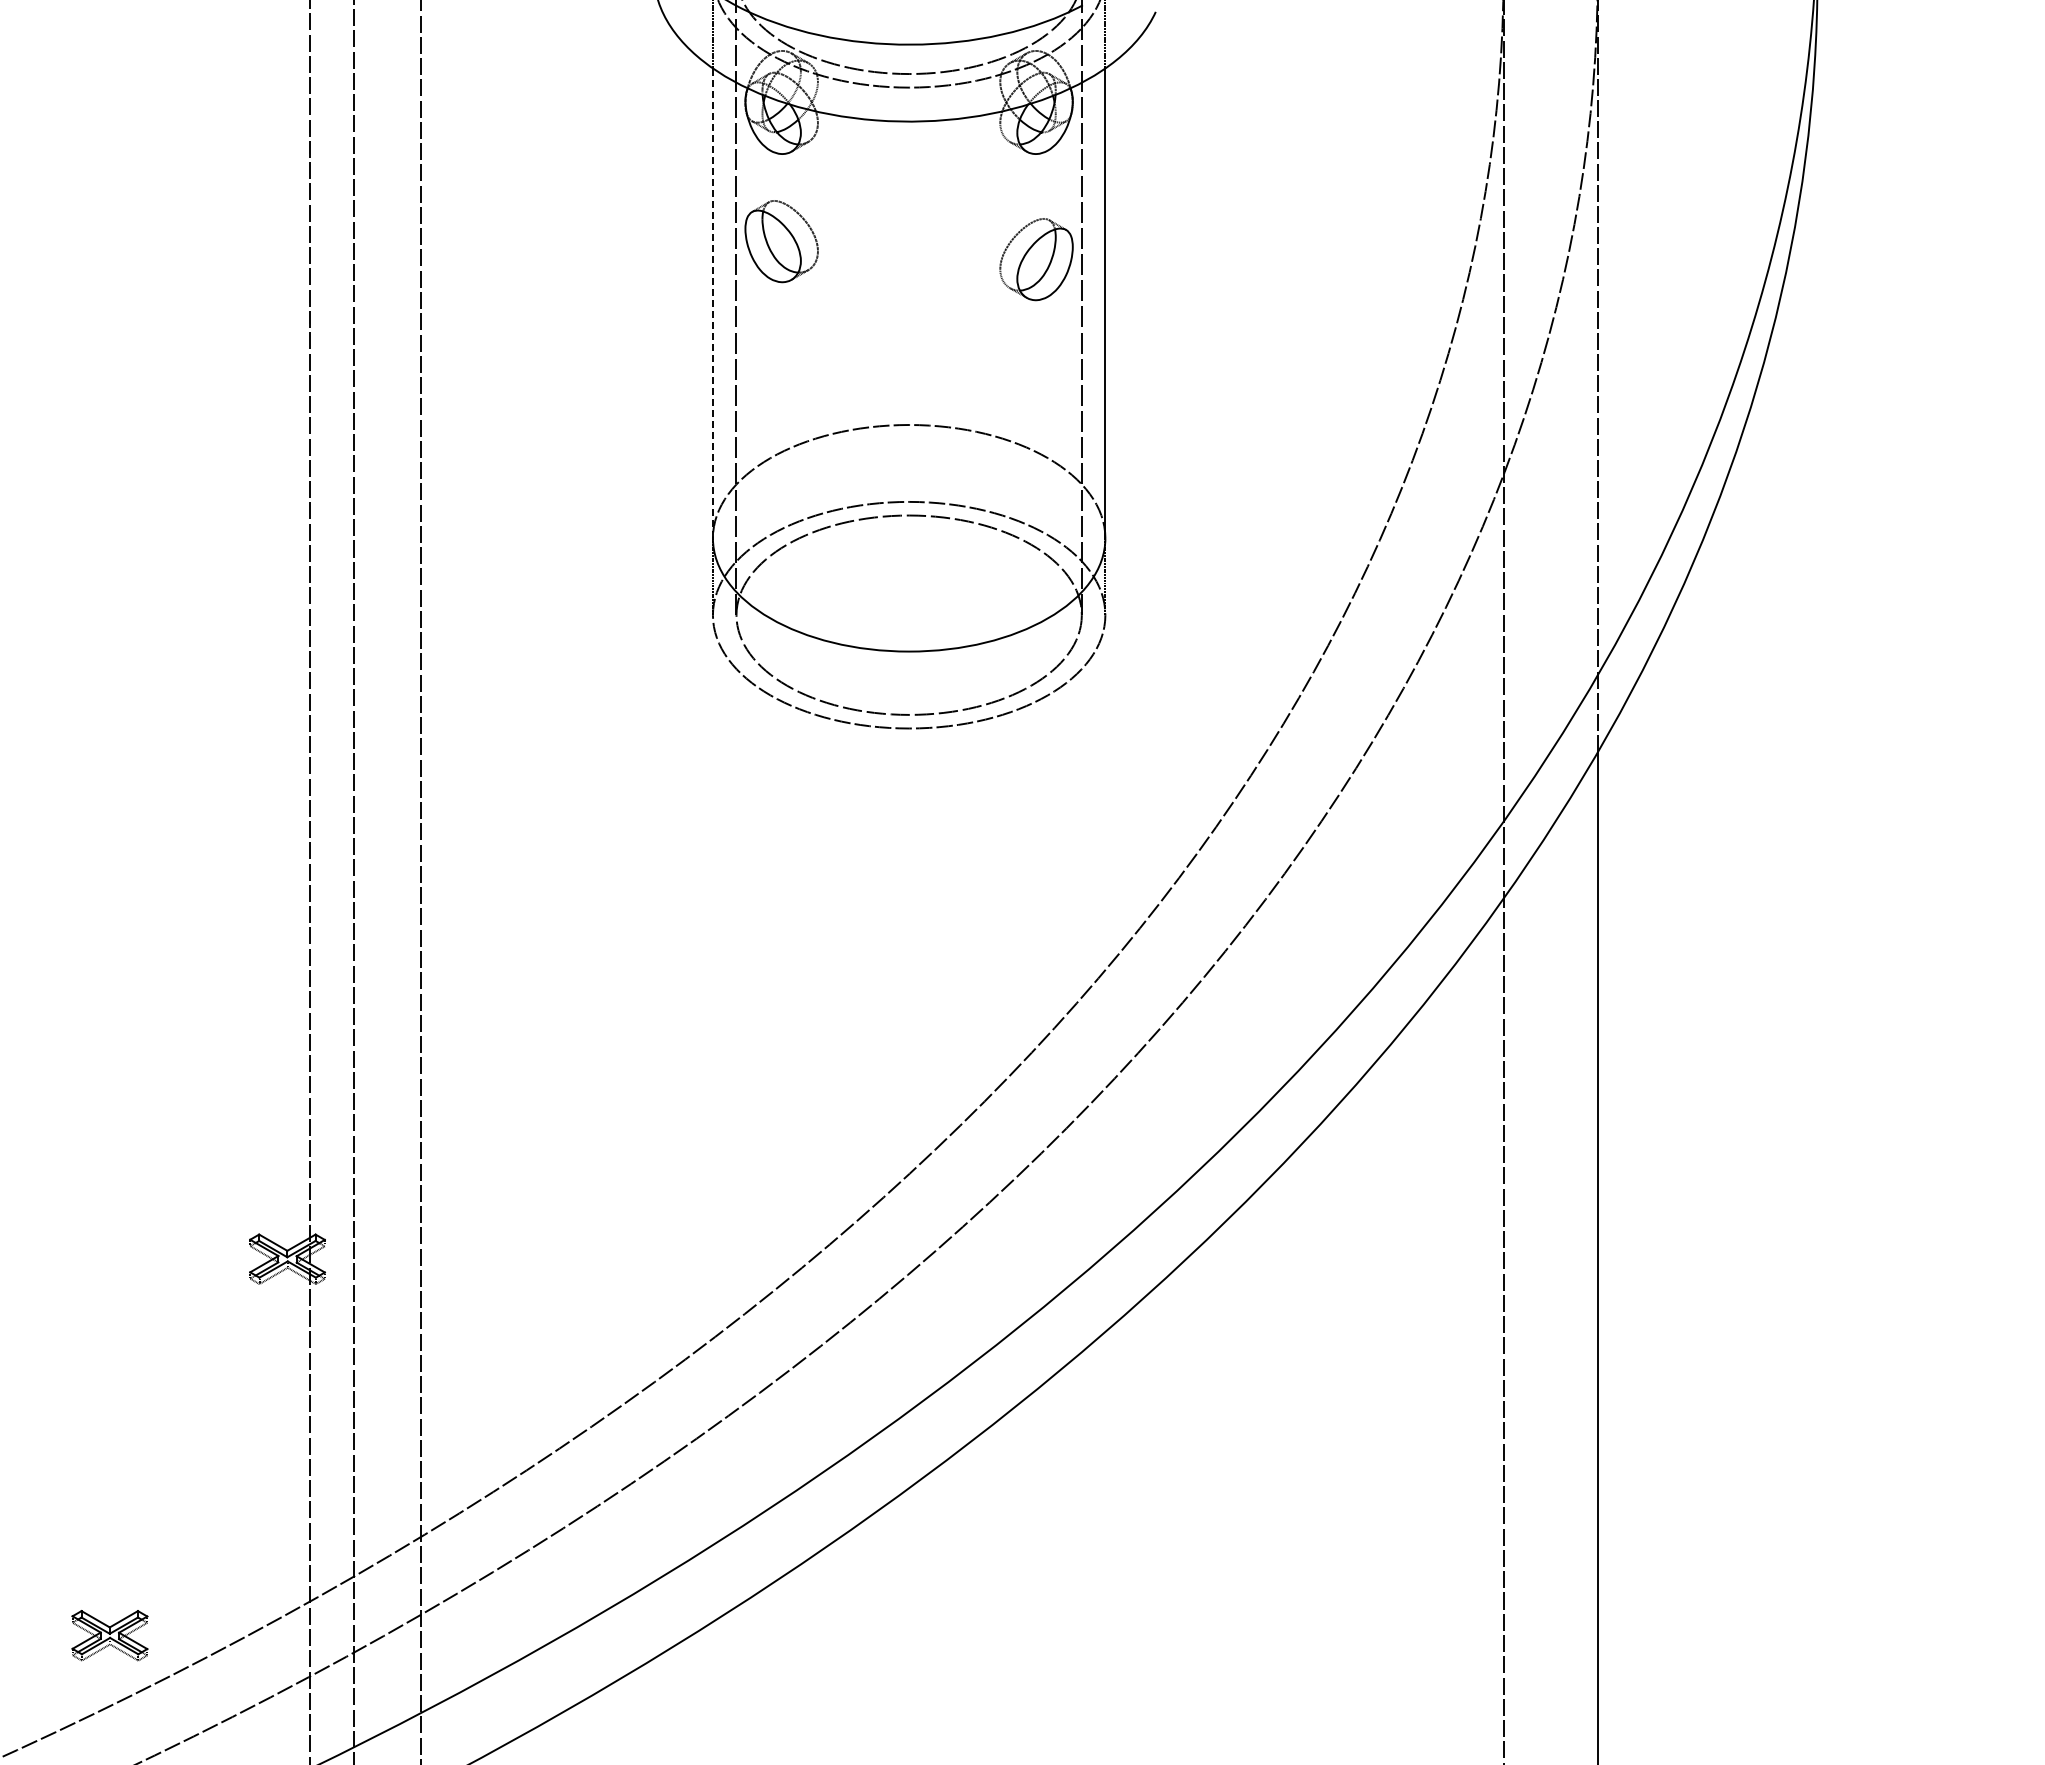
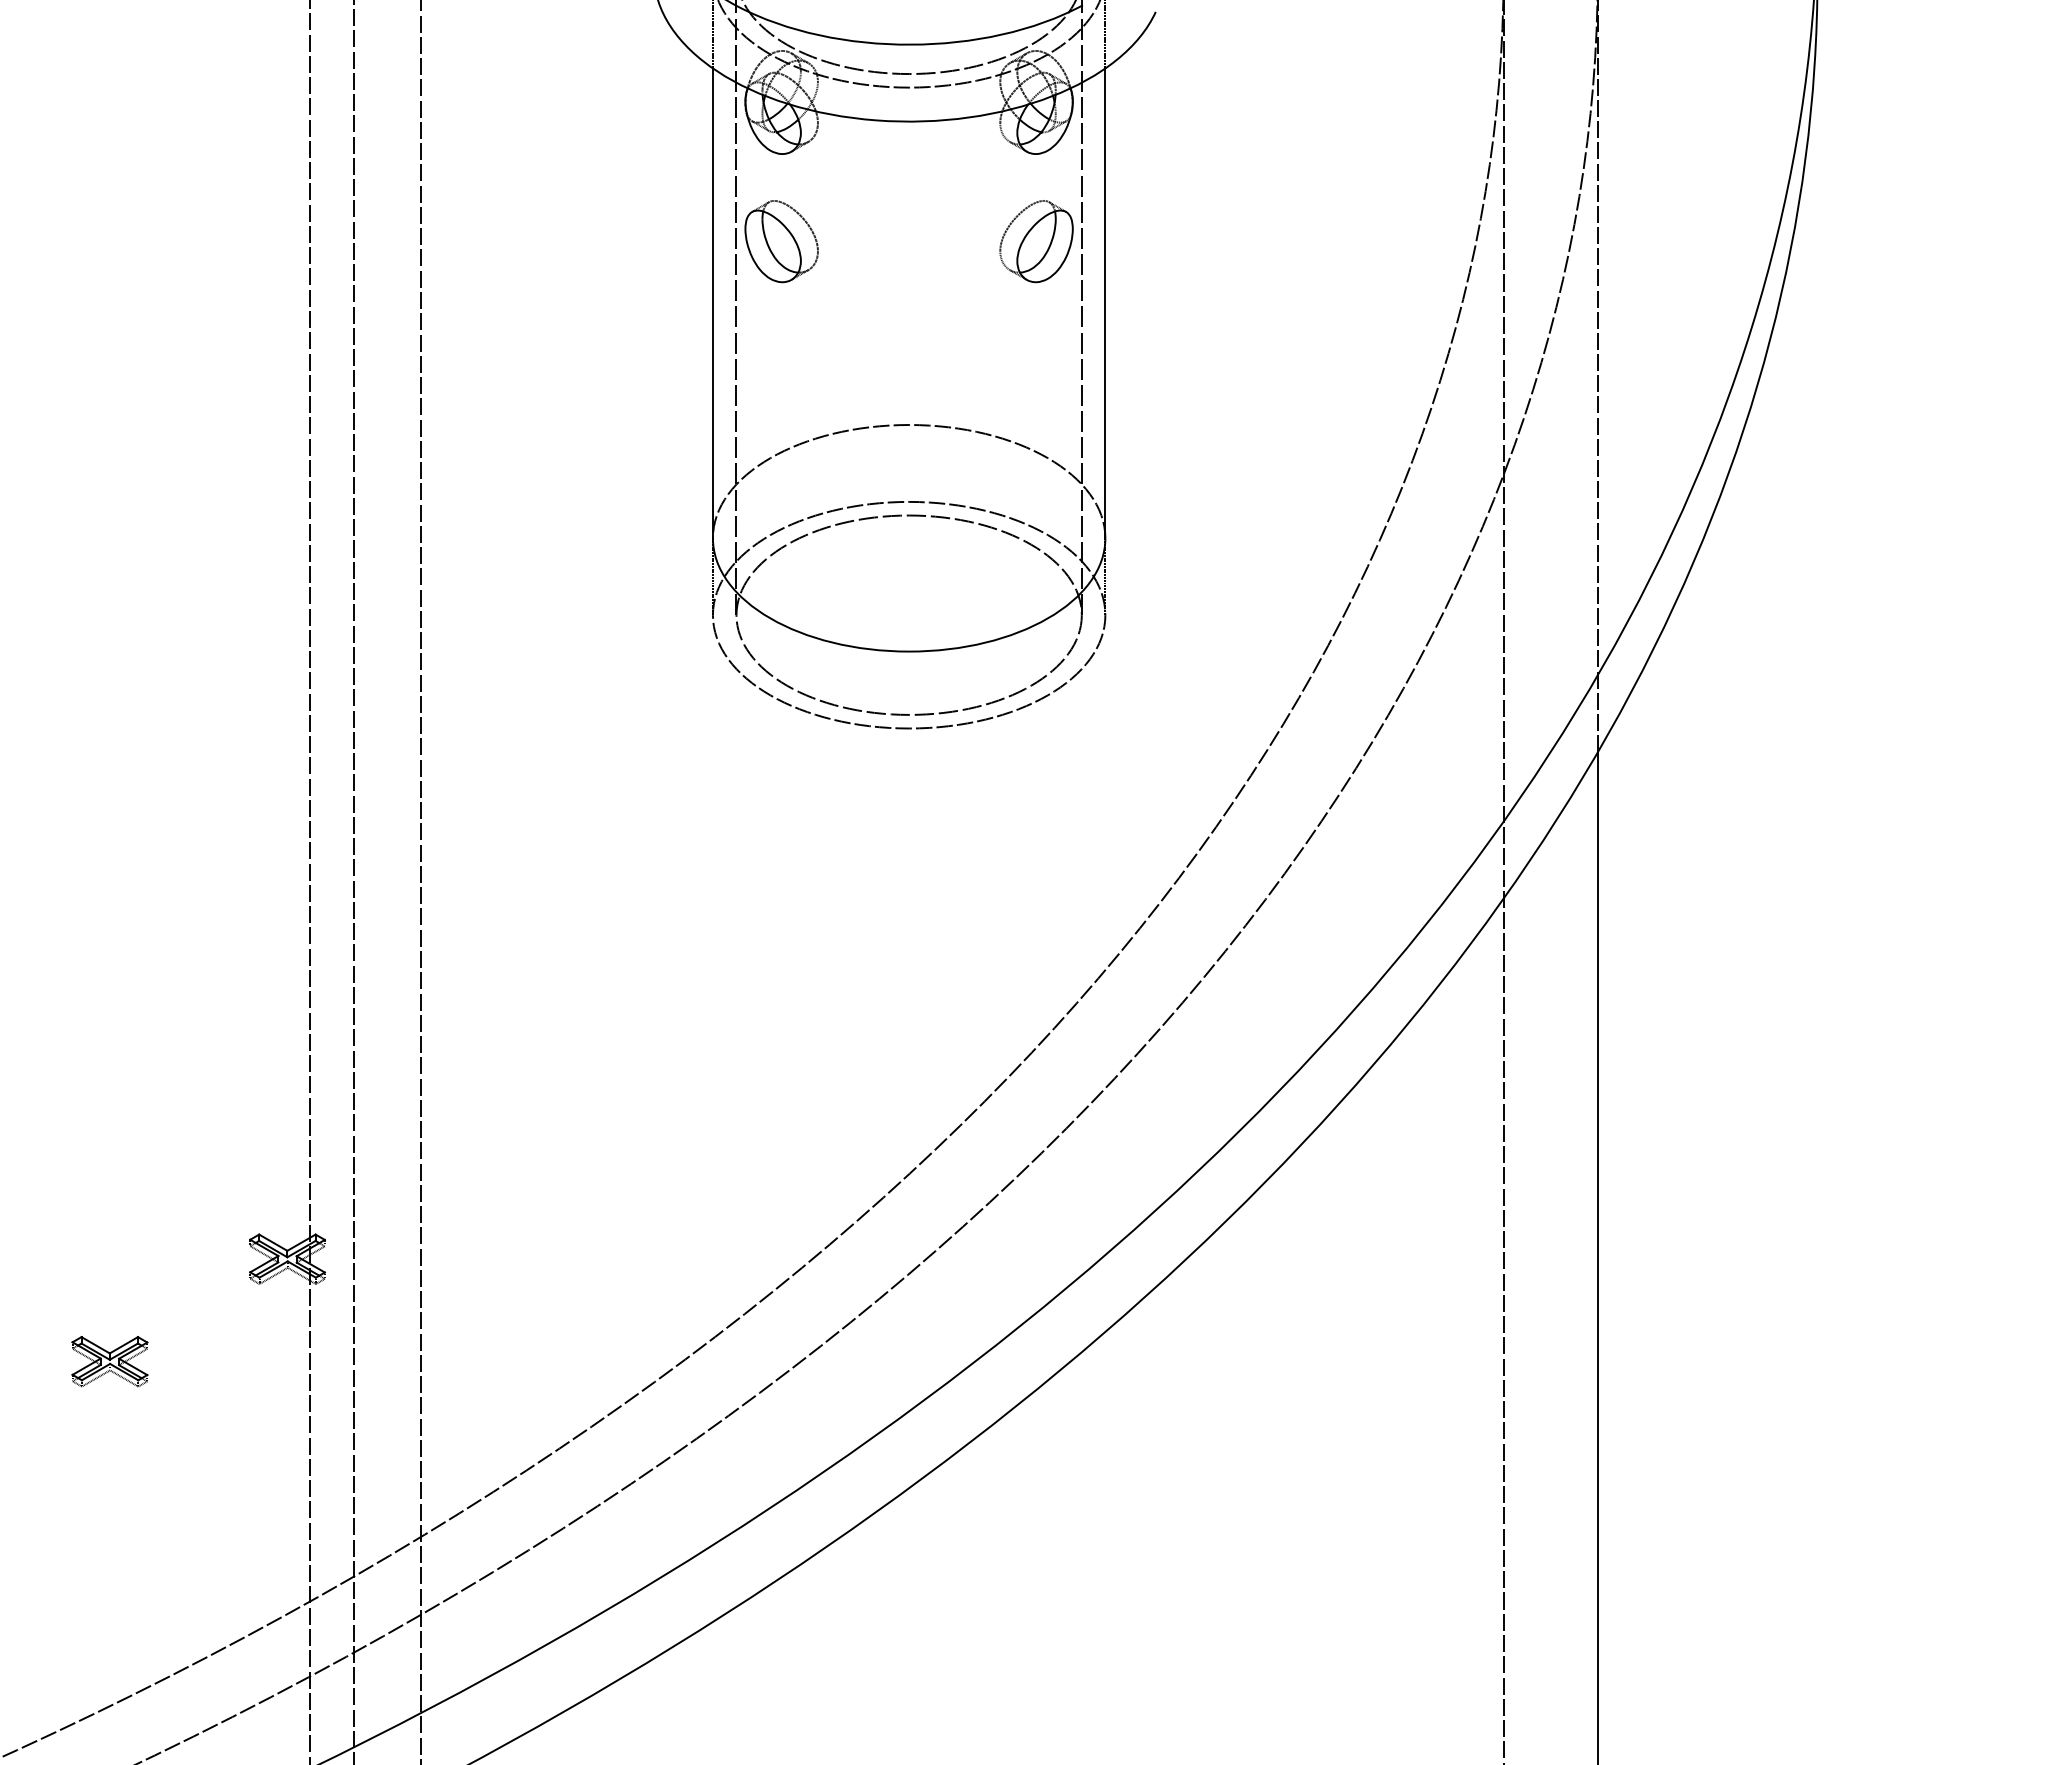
part at (1036, 259) position: (1036, 259) -> (1036, 241)
line at (712, 303): dashed -> solid
part at (109, 1635) position: (109, 1635) -> (109, 1361)
